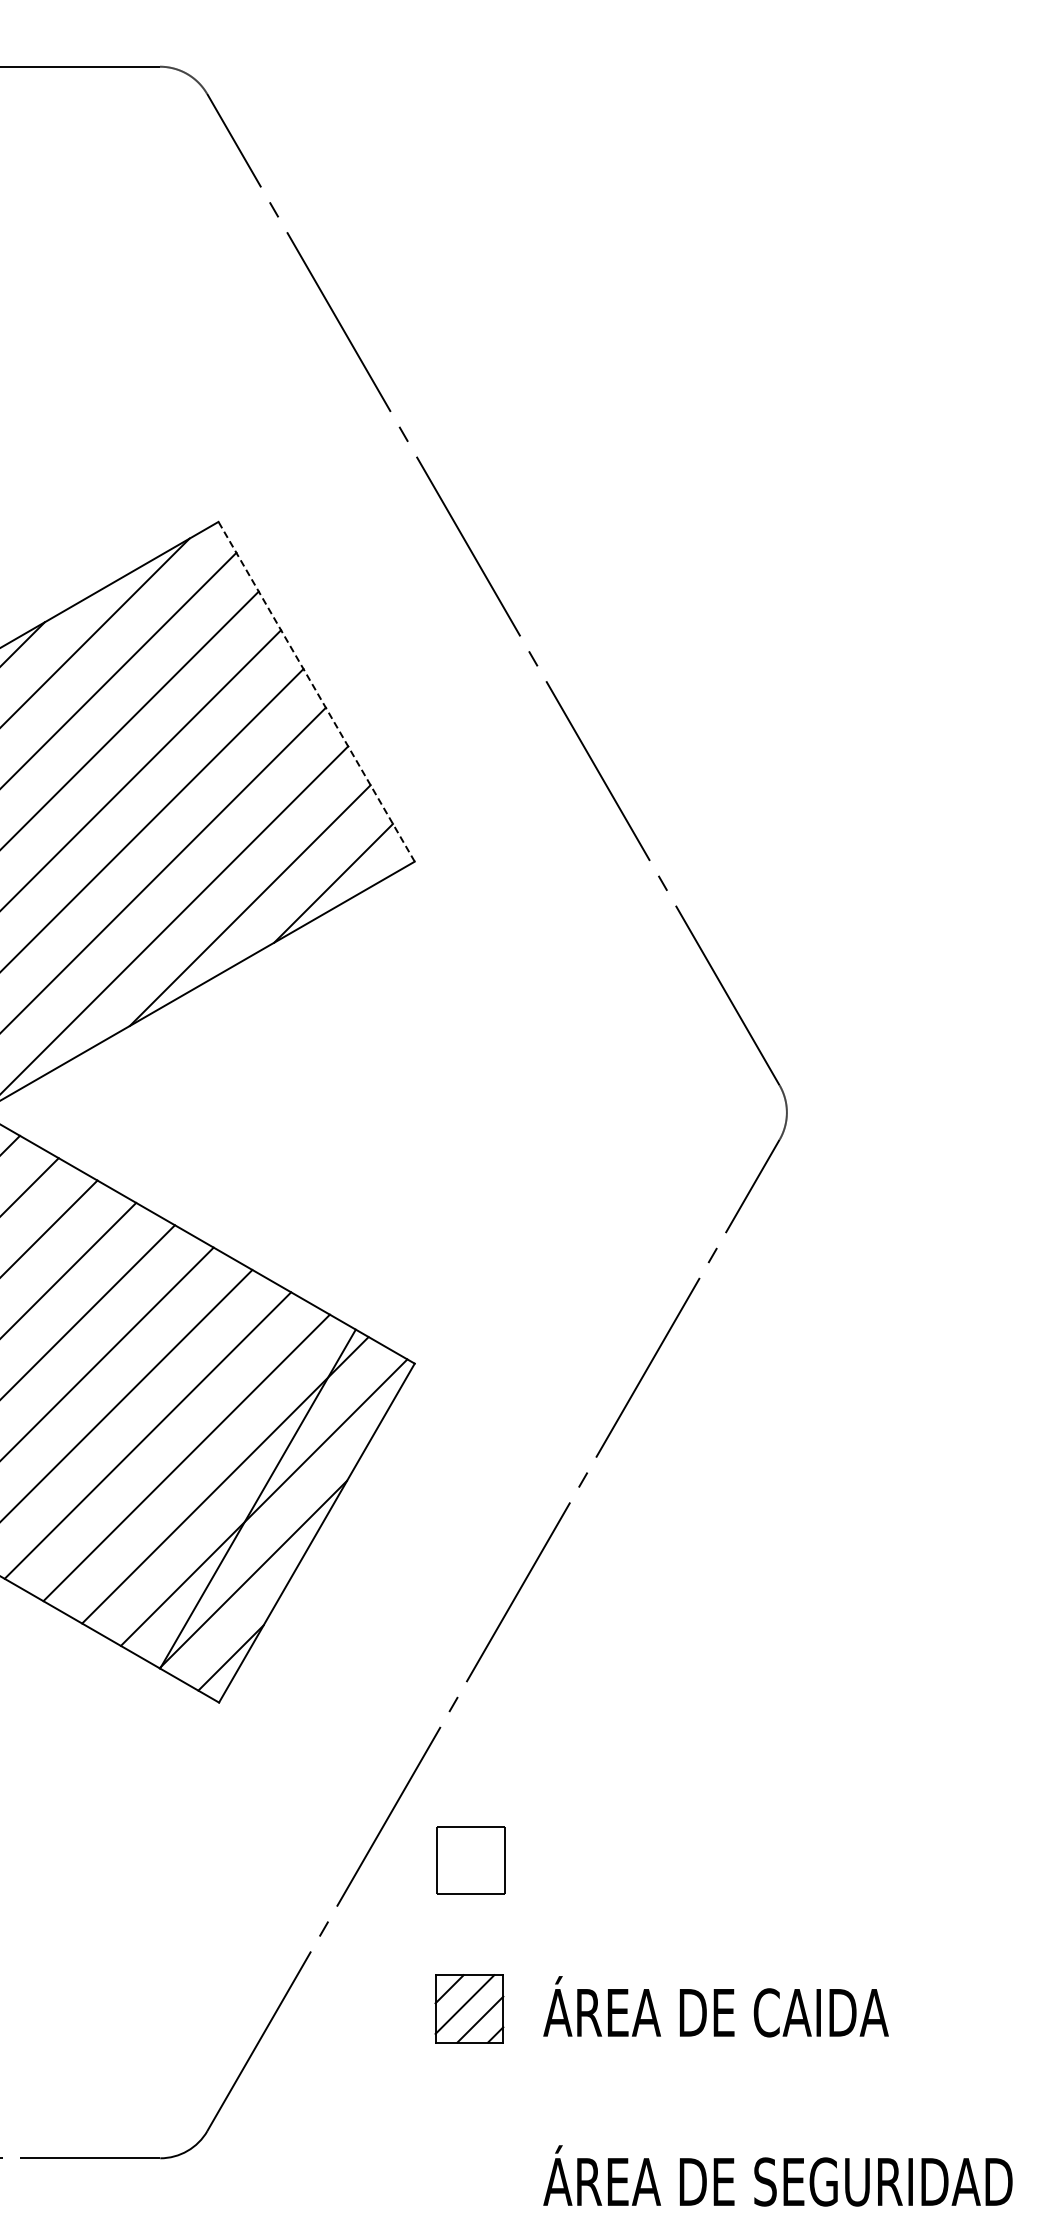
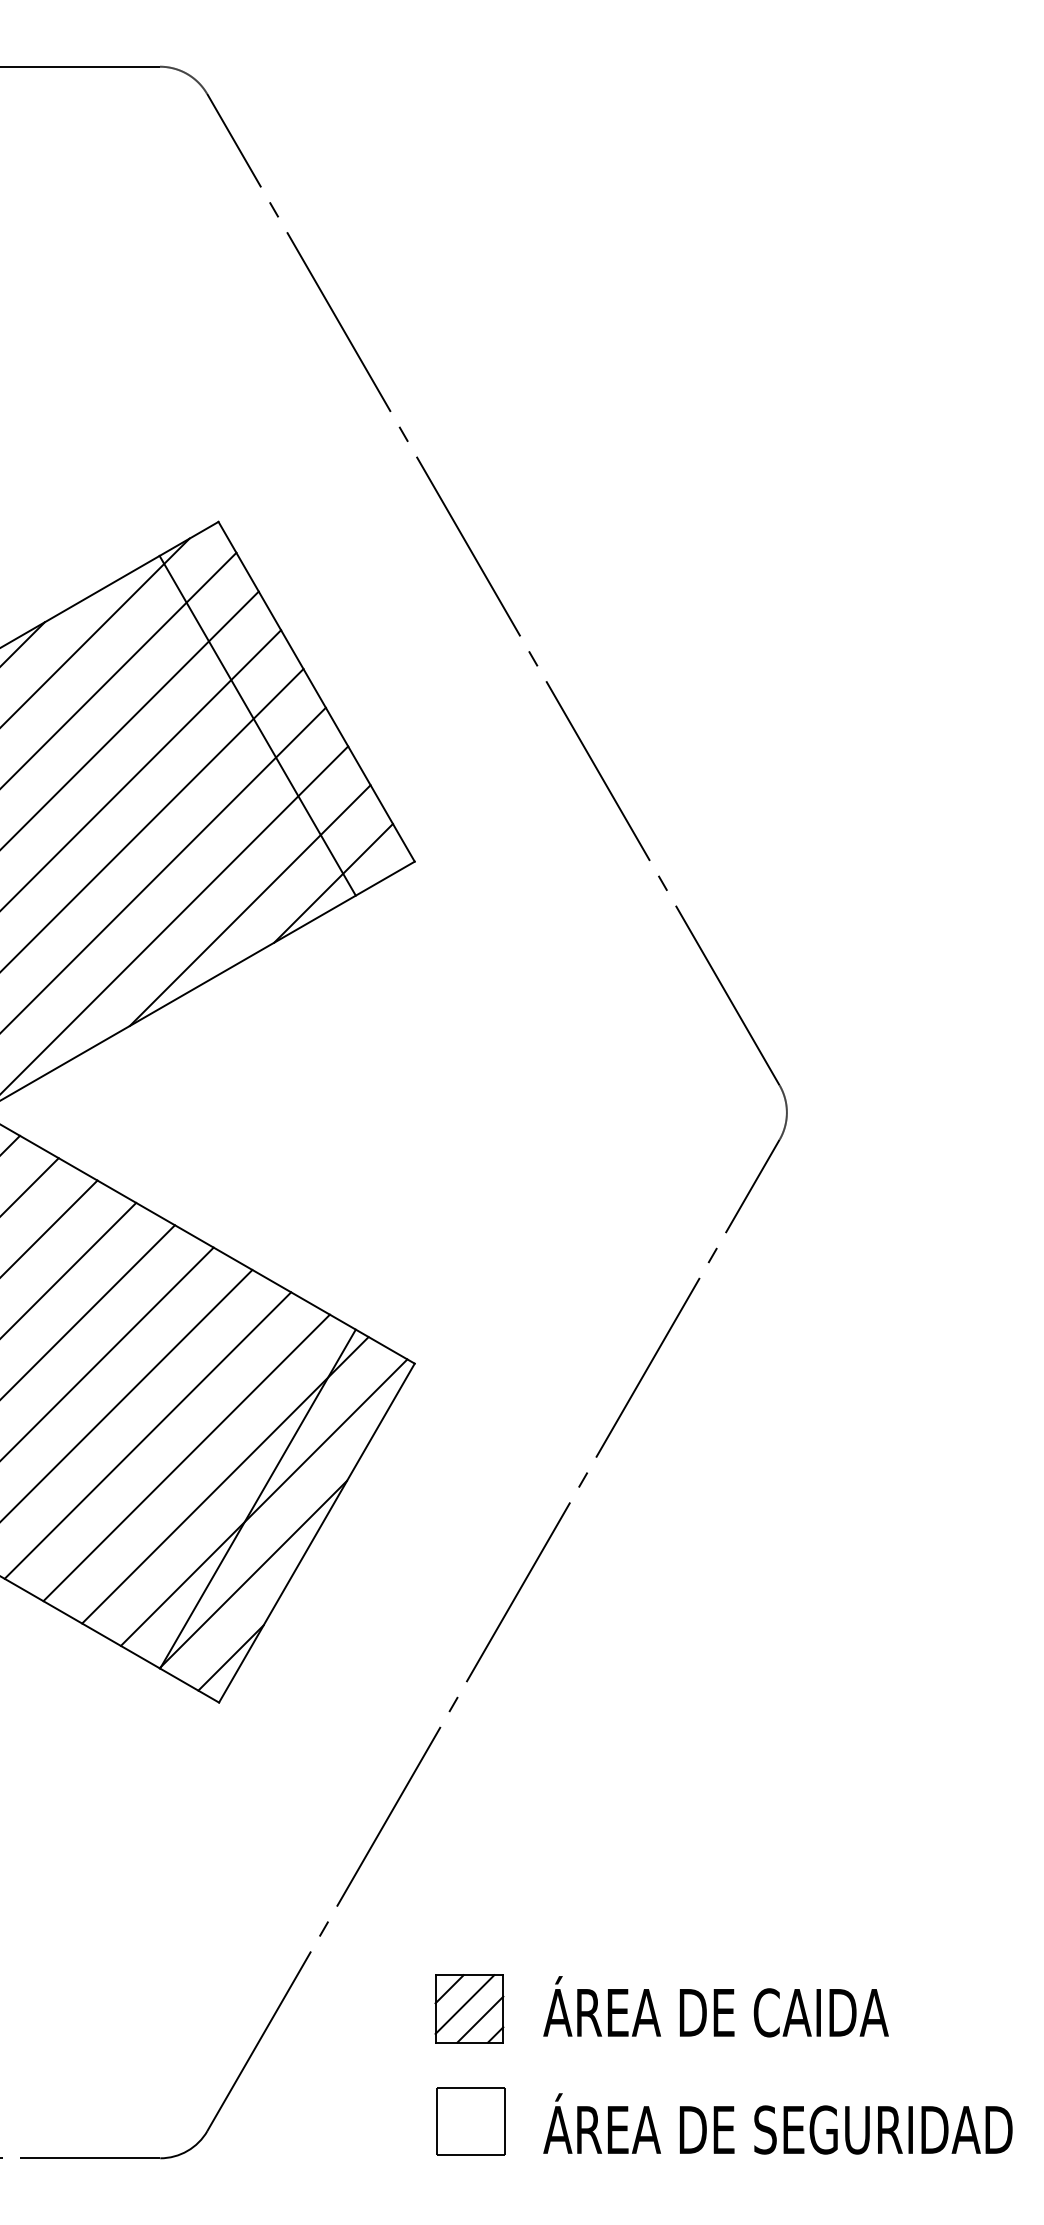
line at (316, 691): dashed -> solid
line at (257, 725): none -> present
part at (470, 1860) position: (470, 1860) -> (470, 2121)
text at (777, 2175) position: (777, 2175) -> (777, 2123)
